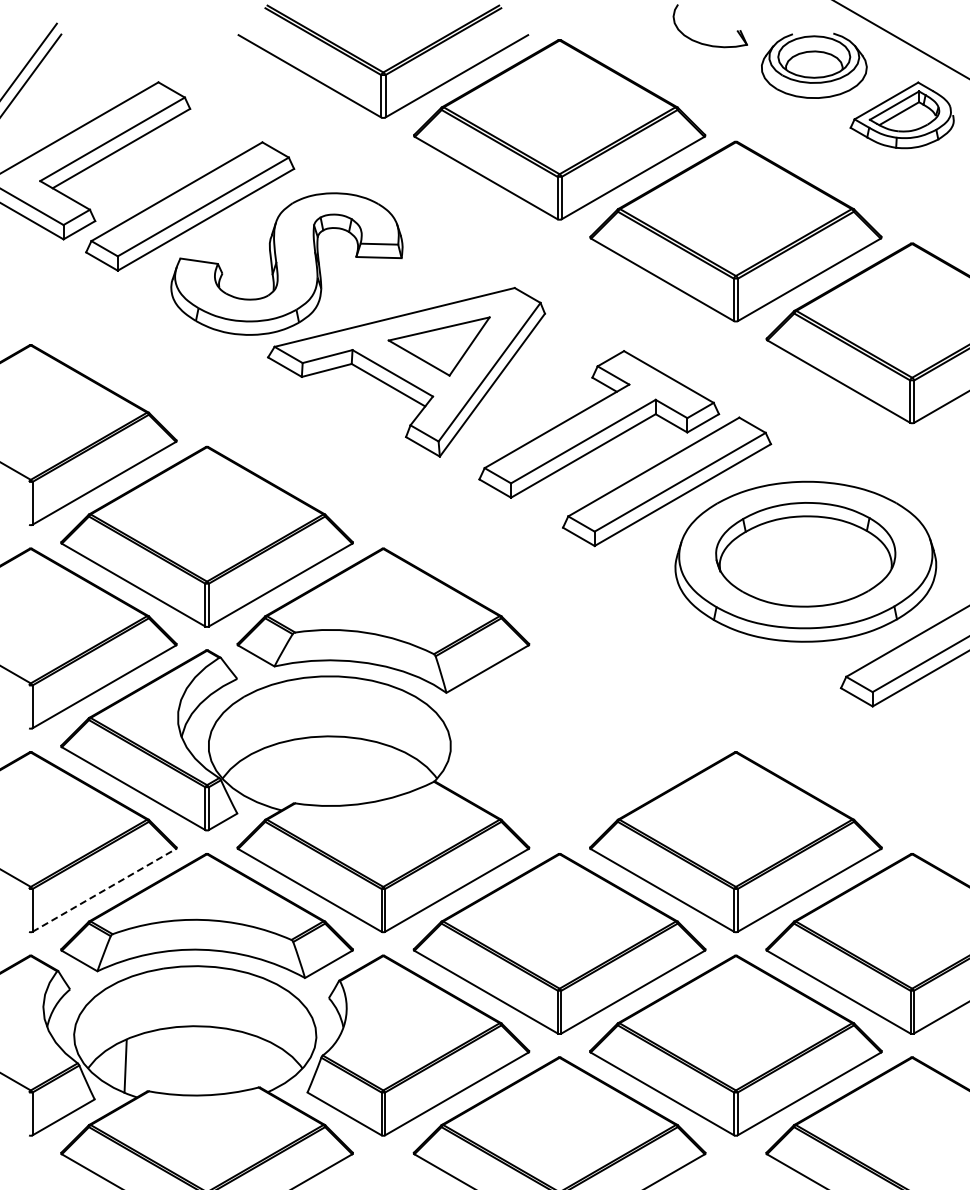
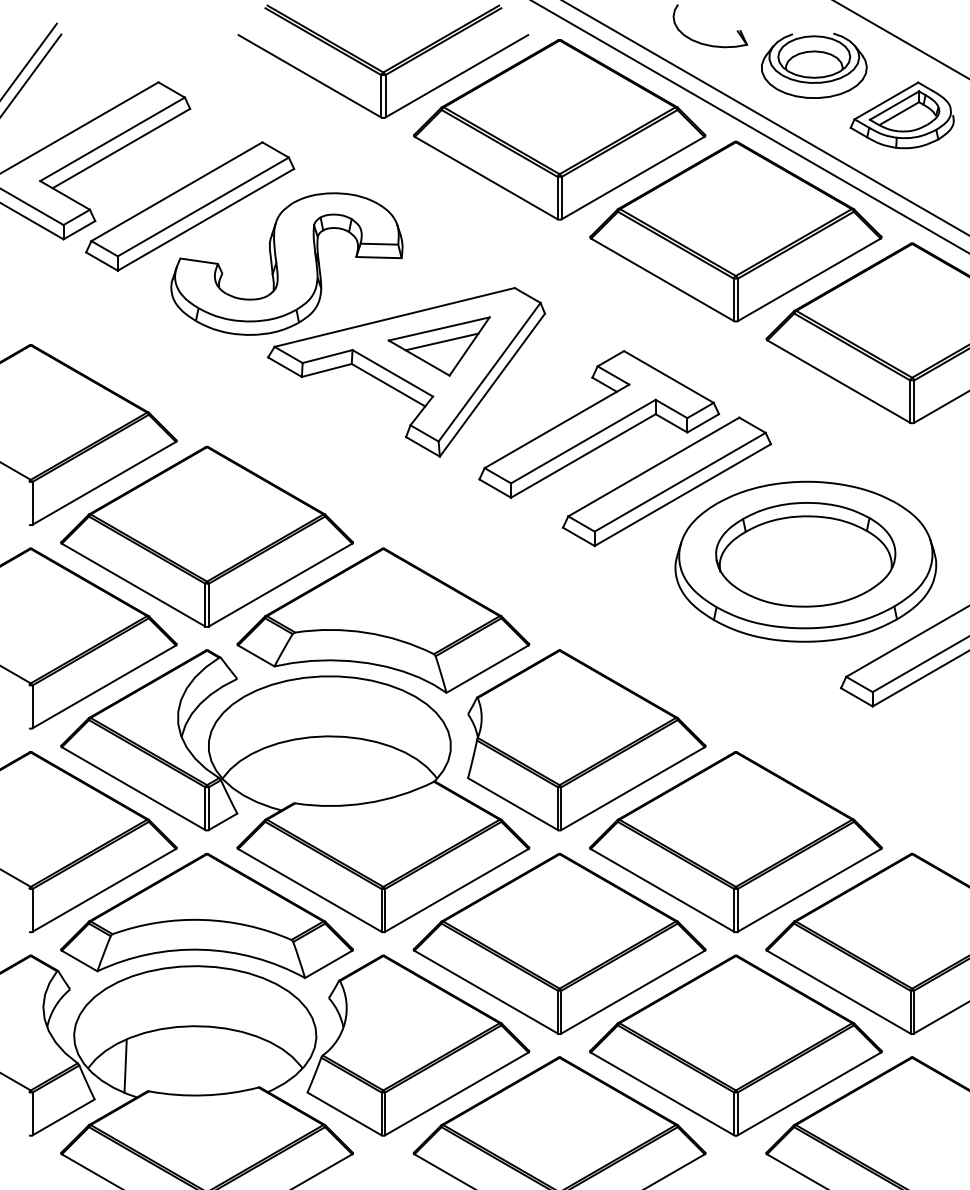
line at (765, 117): none -> present
line at (750, 126): none -> present
line at (441, 341): none -> present
part at (586, 740): none -> present
line at (104, 890): dashed -> solid
